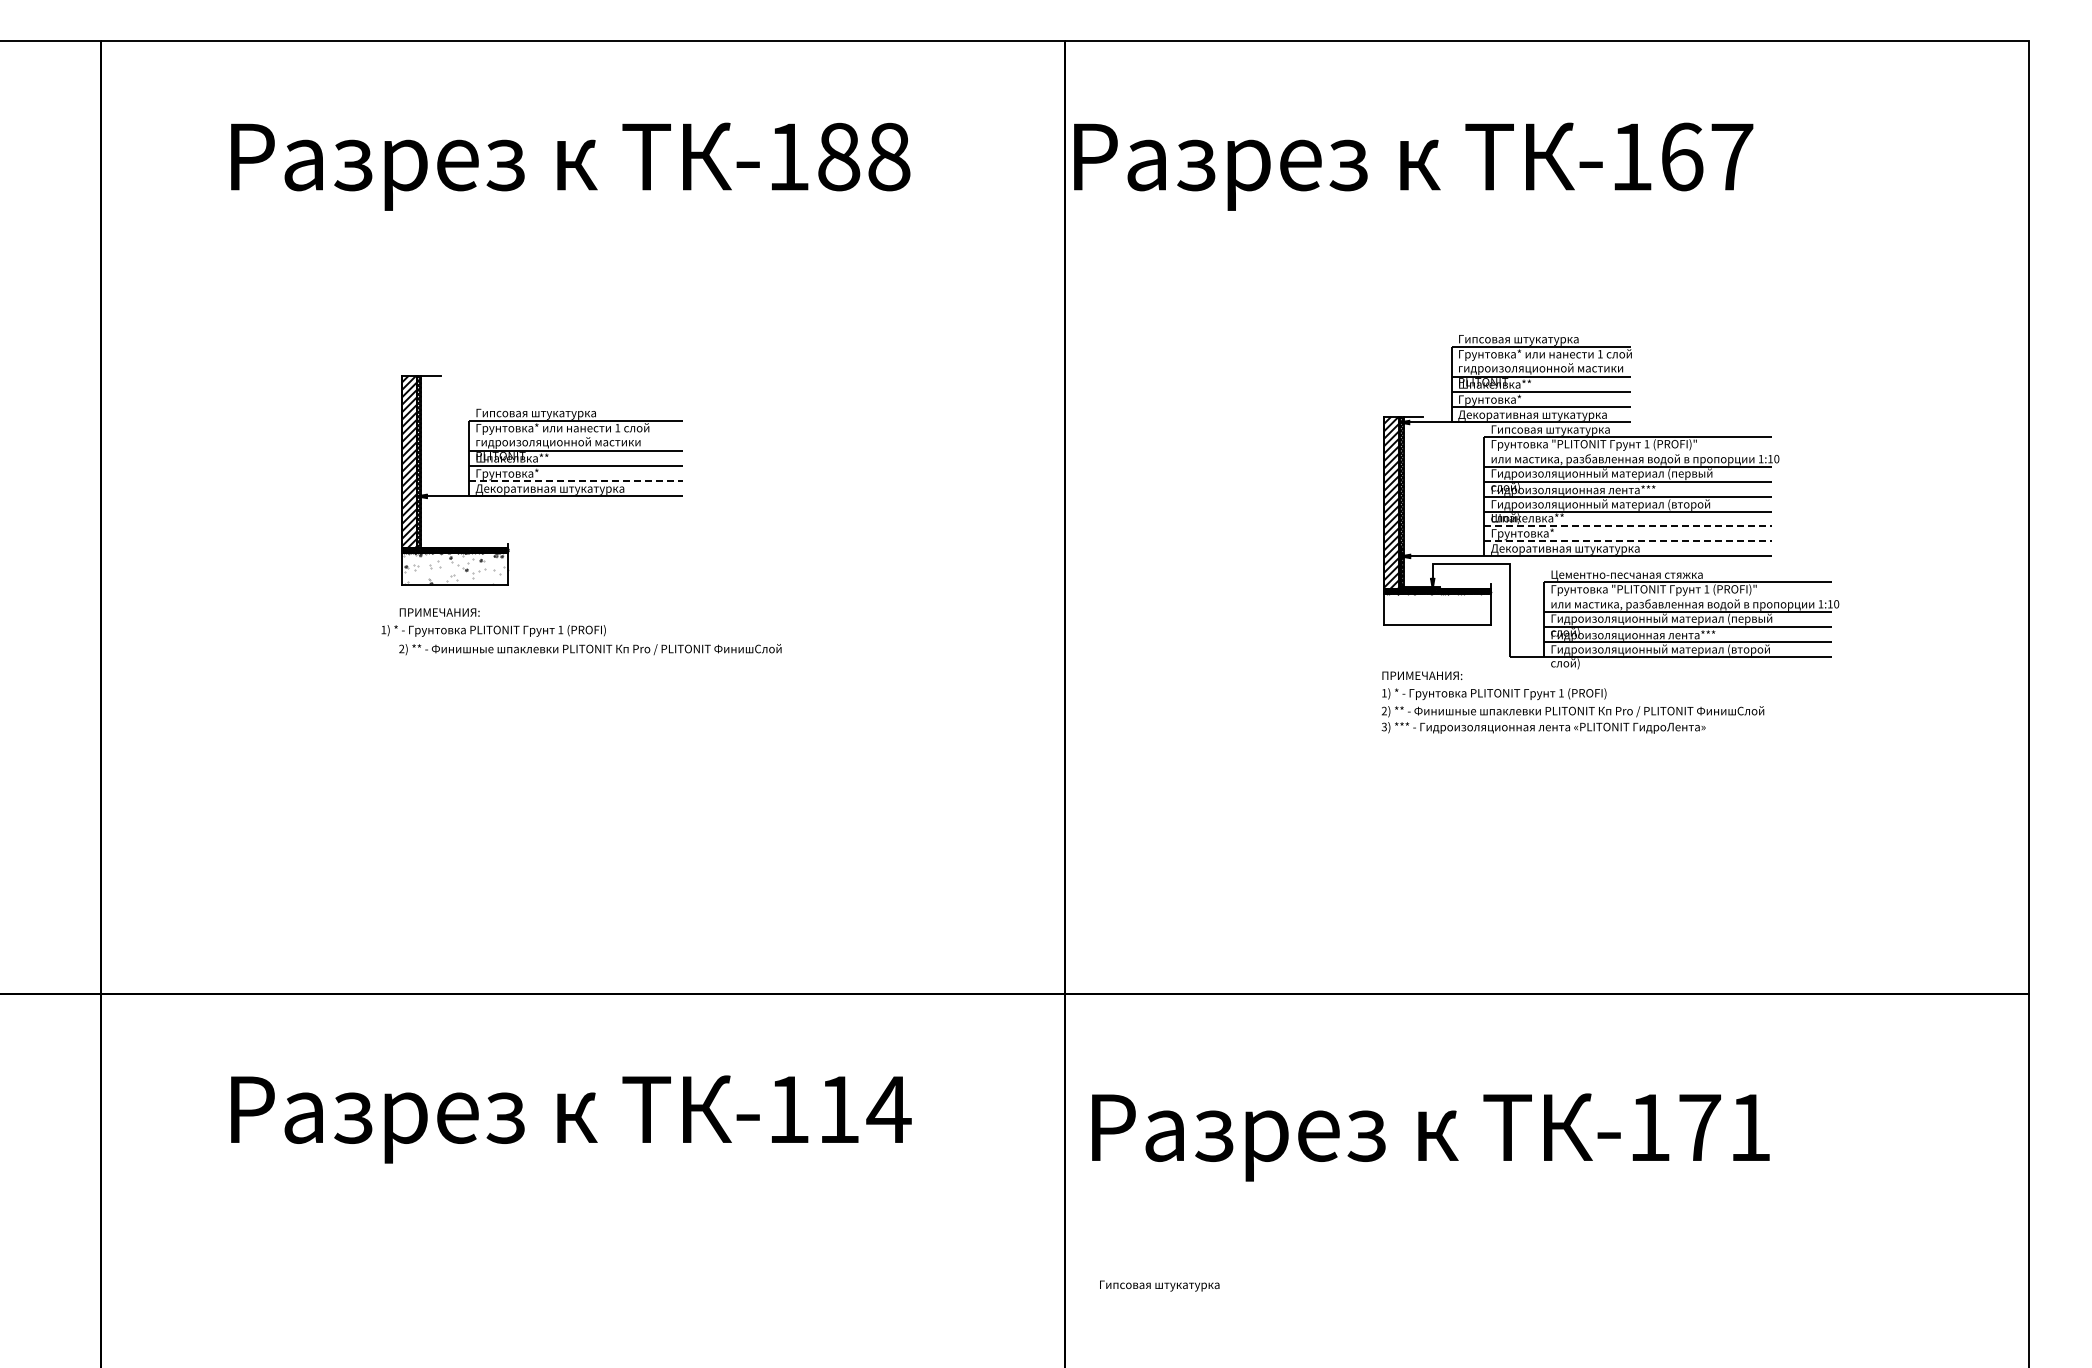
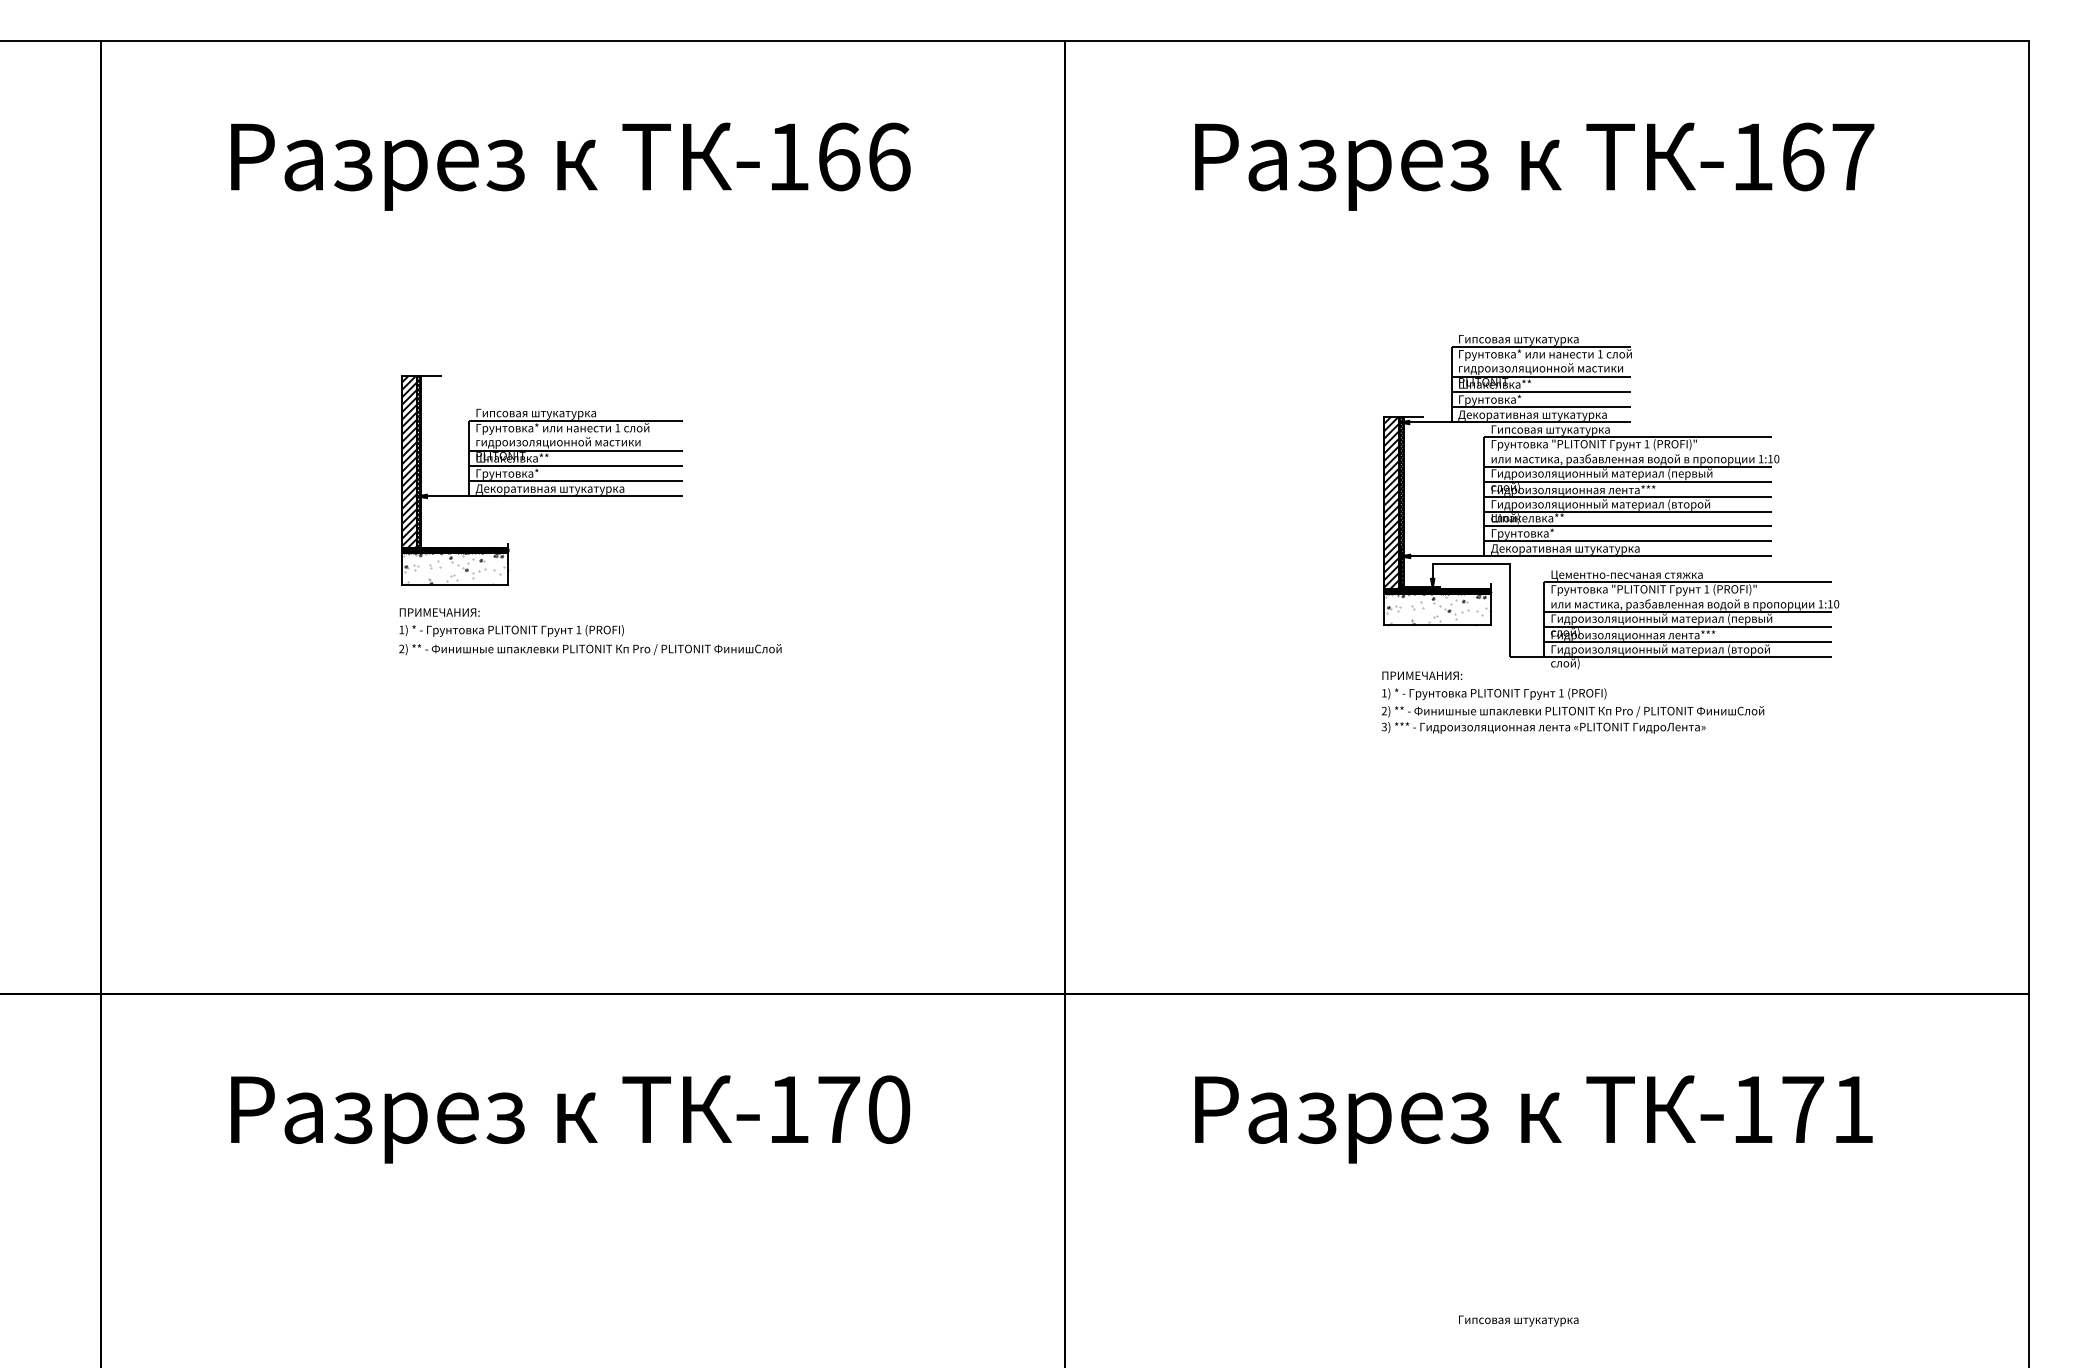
text at (864, 156): -188 -> -166
text at (1413, 166) position: (1413, 166) -> (1534, 166)
line at (576, 481): dashed -> solid
line at (1628, 526): dashed -> solid
line at (1628, 541): dashed -> solid
hatch at (1438, 609): none -> present
text at (493, 630) position: (493, 630) -> (511, 630)
text at (864, 1109): -114 -> -170
text at (1430, 1137) position: (1430, 1137) -> (1533, 1119)
text at (1159, 1285) position: (1159, 1285) -> (1518, 1320)
